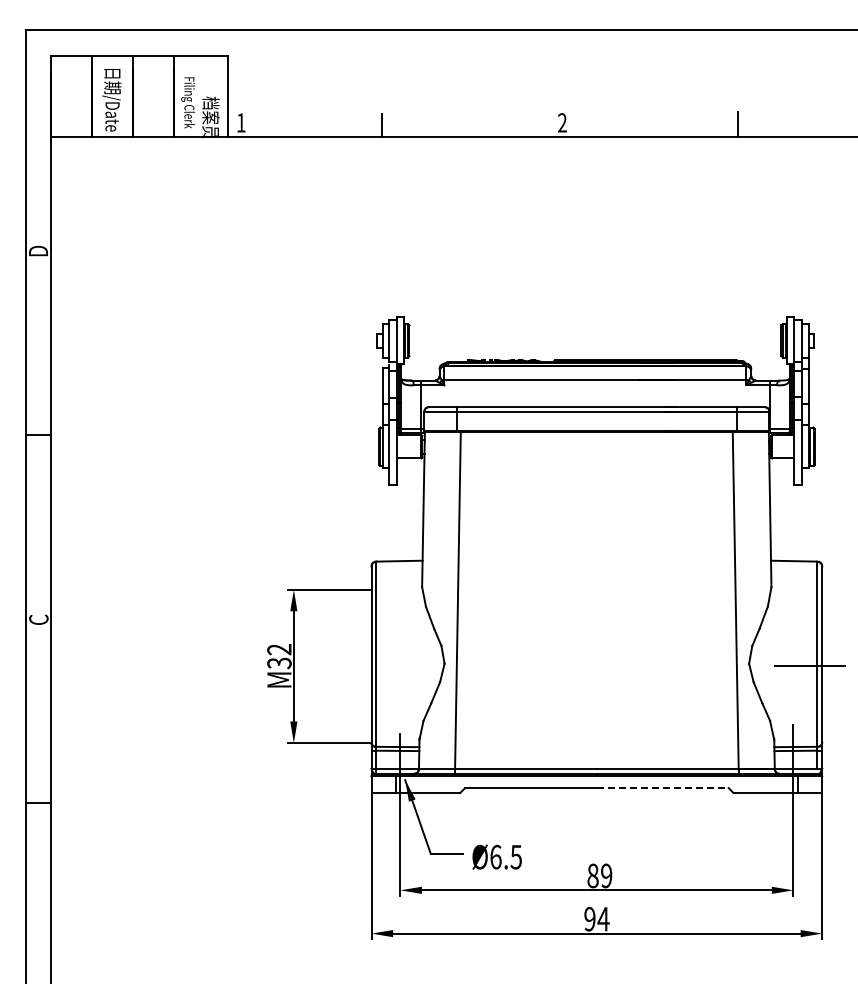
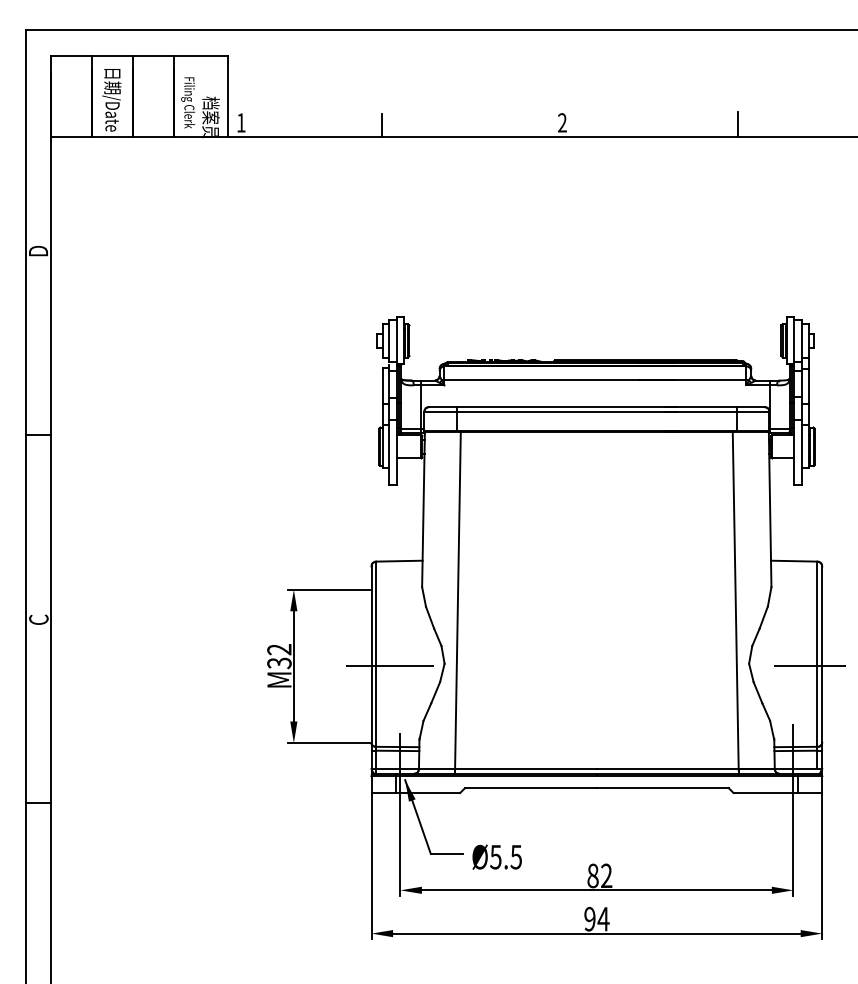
line at (390, 666): none -> present
line at (662, 788): dashed -> solid
text at (495, 856): Ø6.5 -> Ø5.5
text at (606, 876): 89 -> 82
